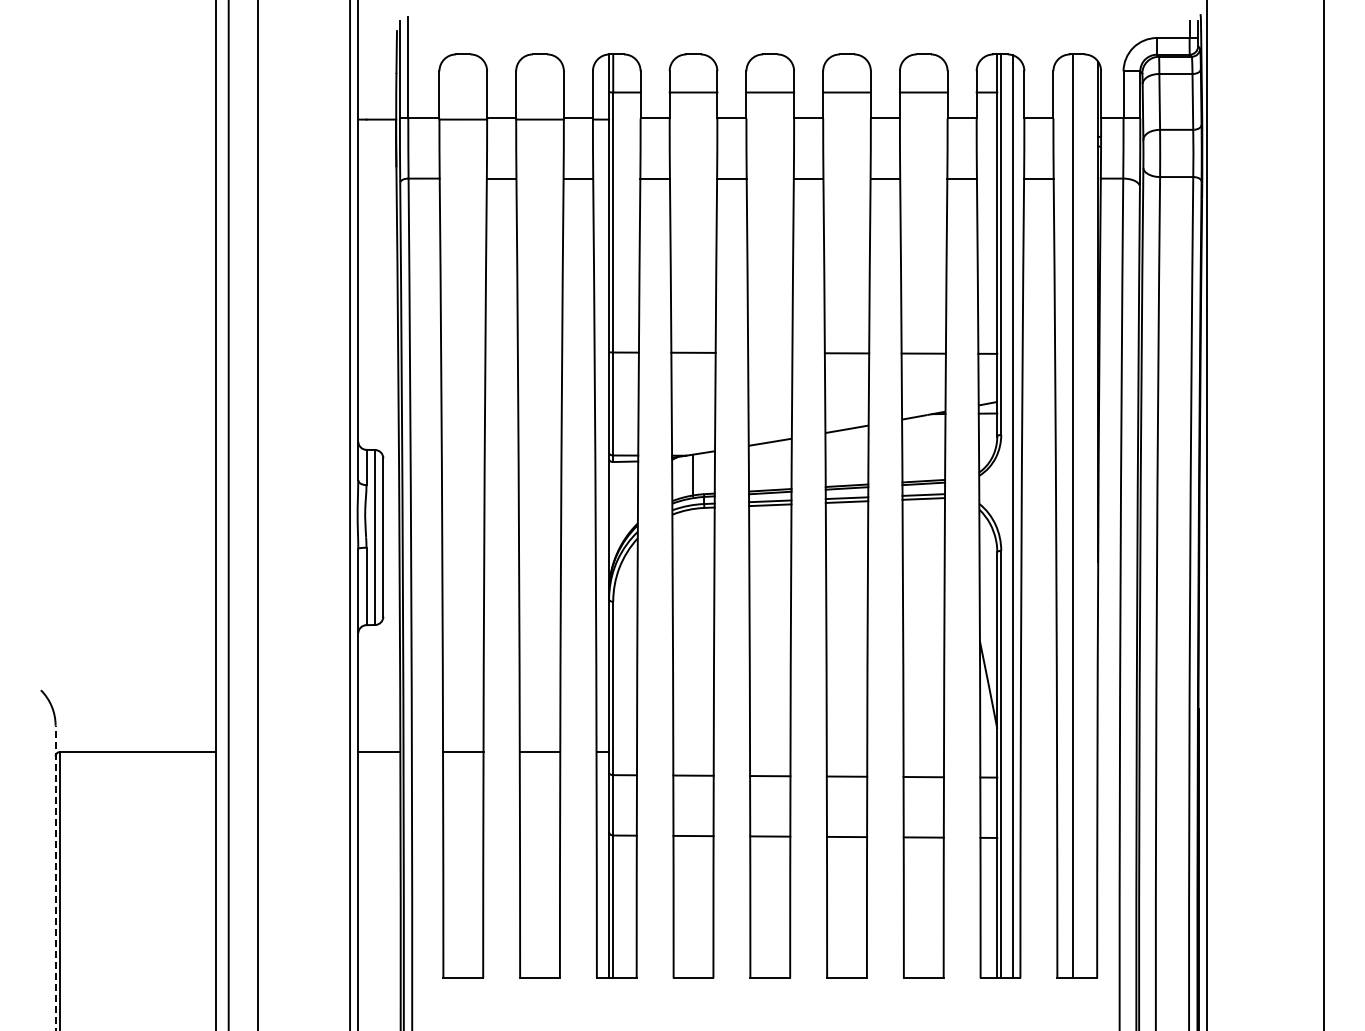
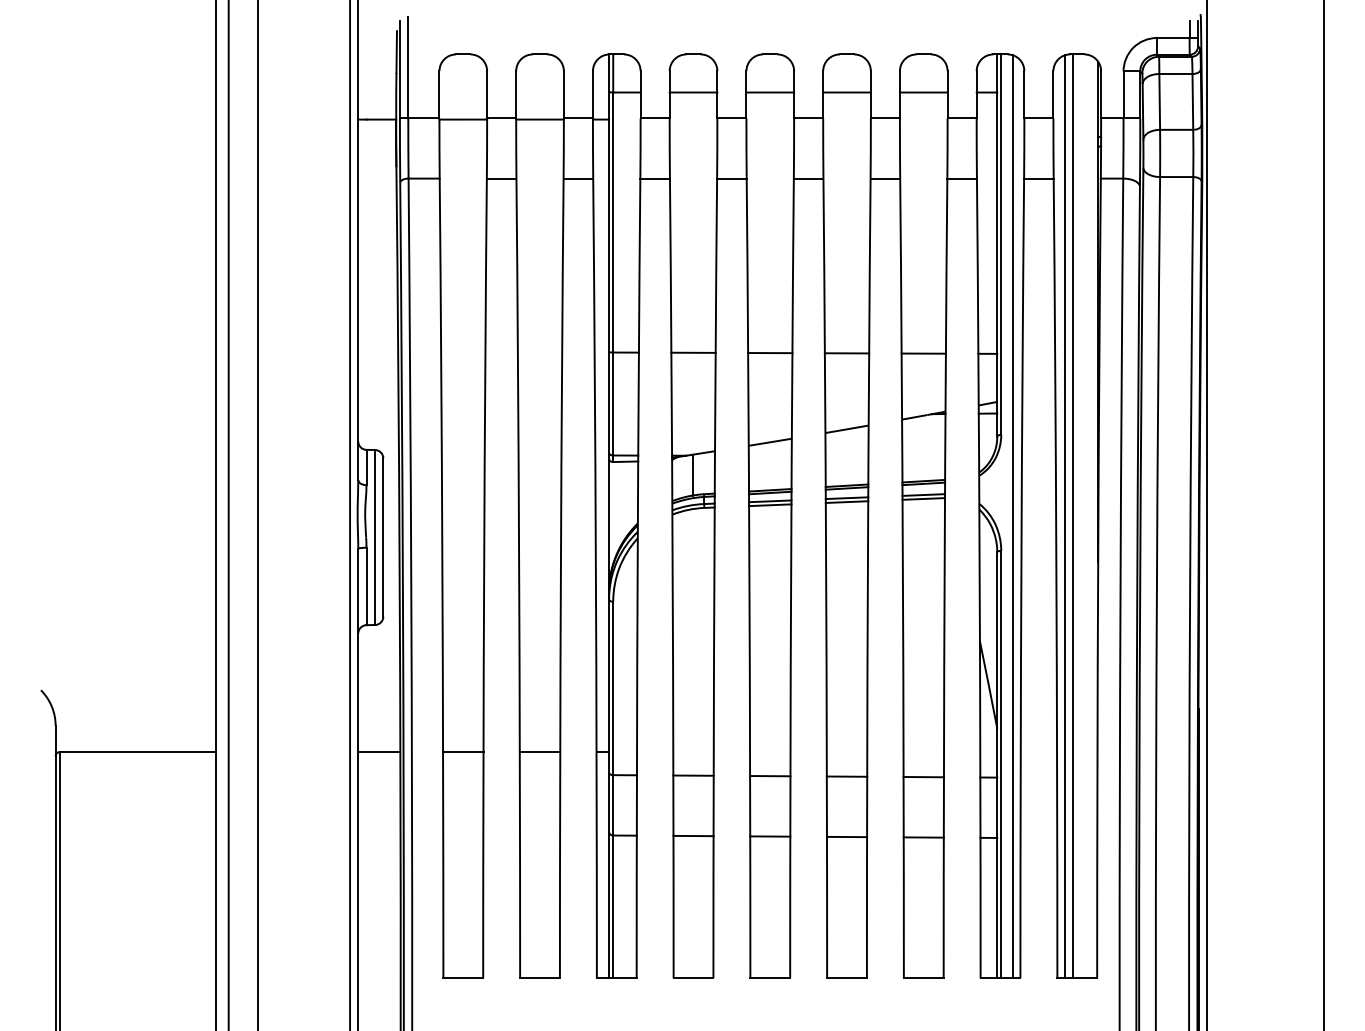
line at (770, 353): none -> present
line at (1065, 516): none -> present
line at (55, 877): dashed -> solid
